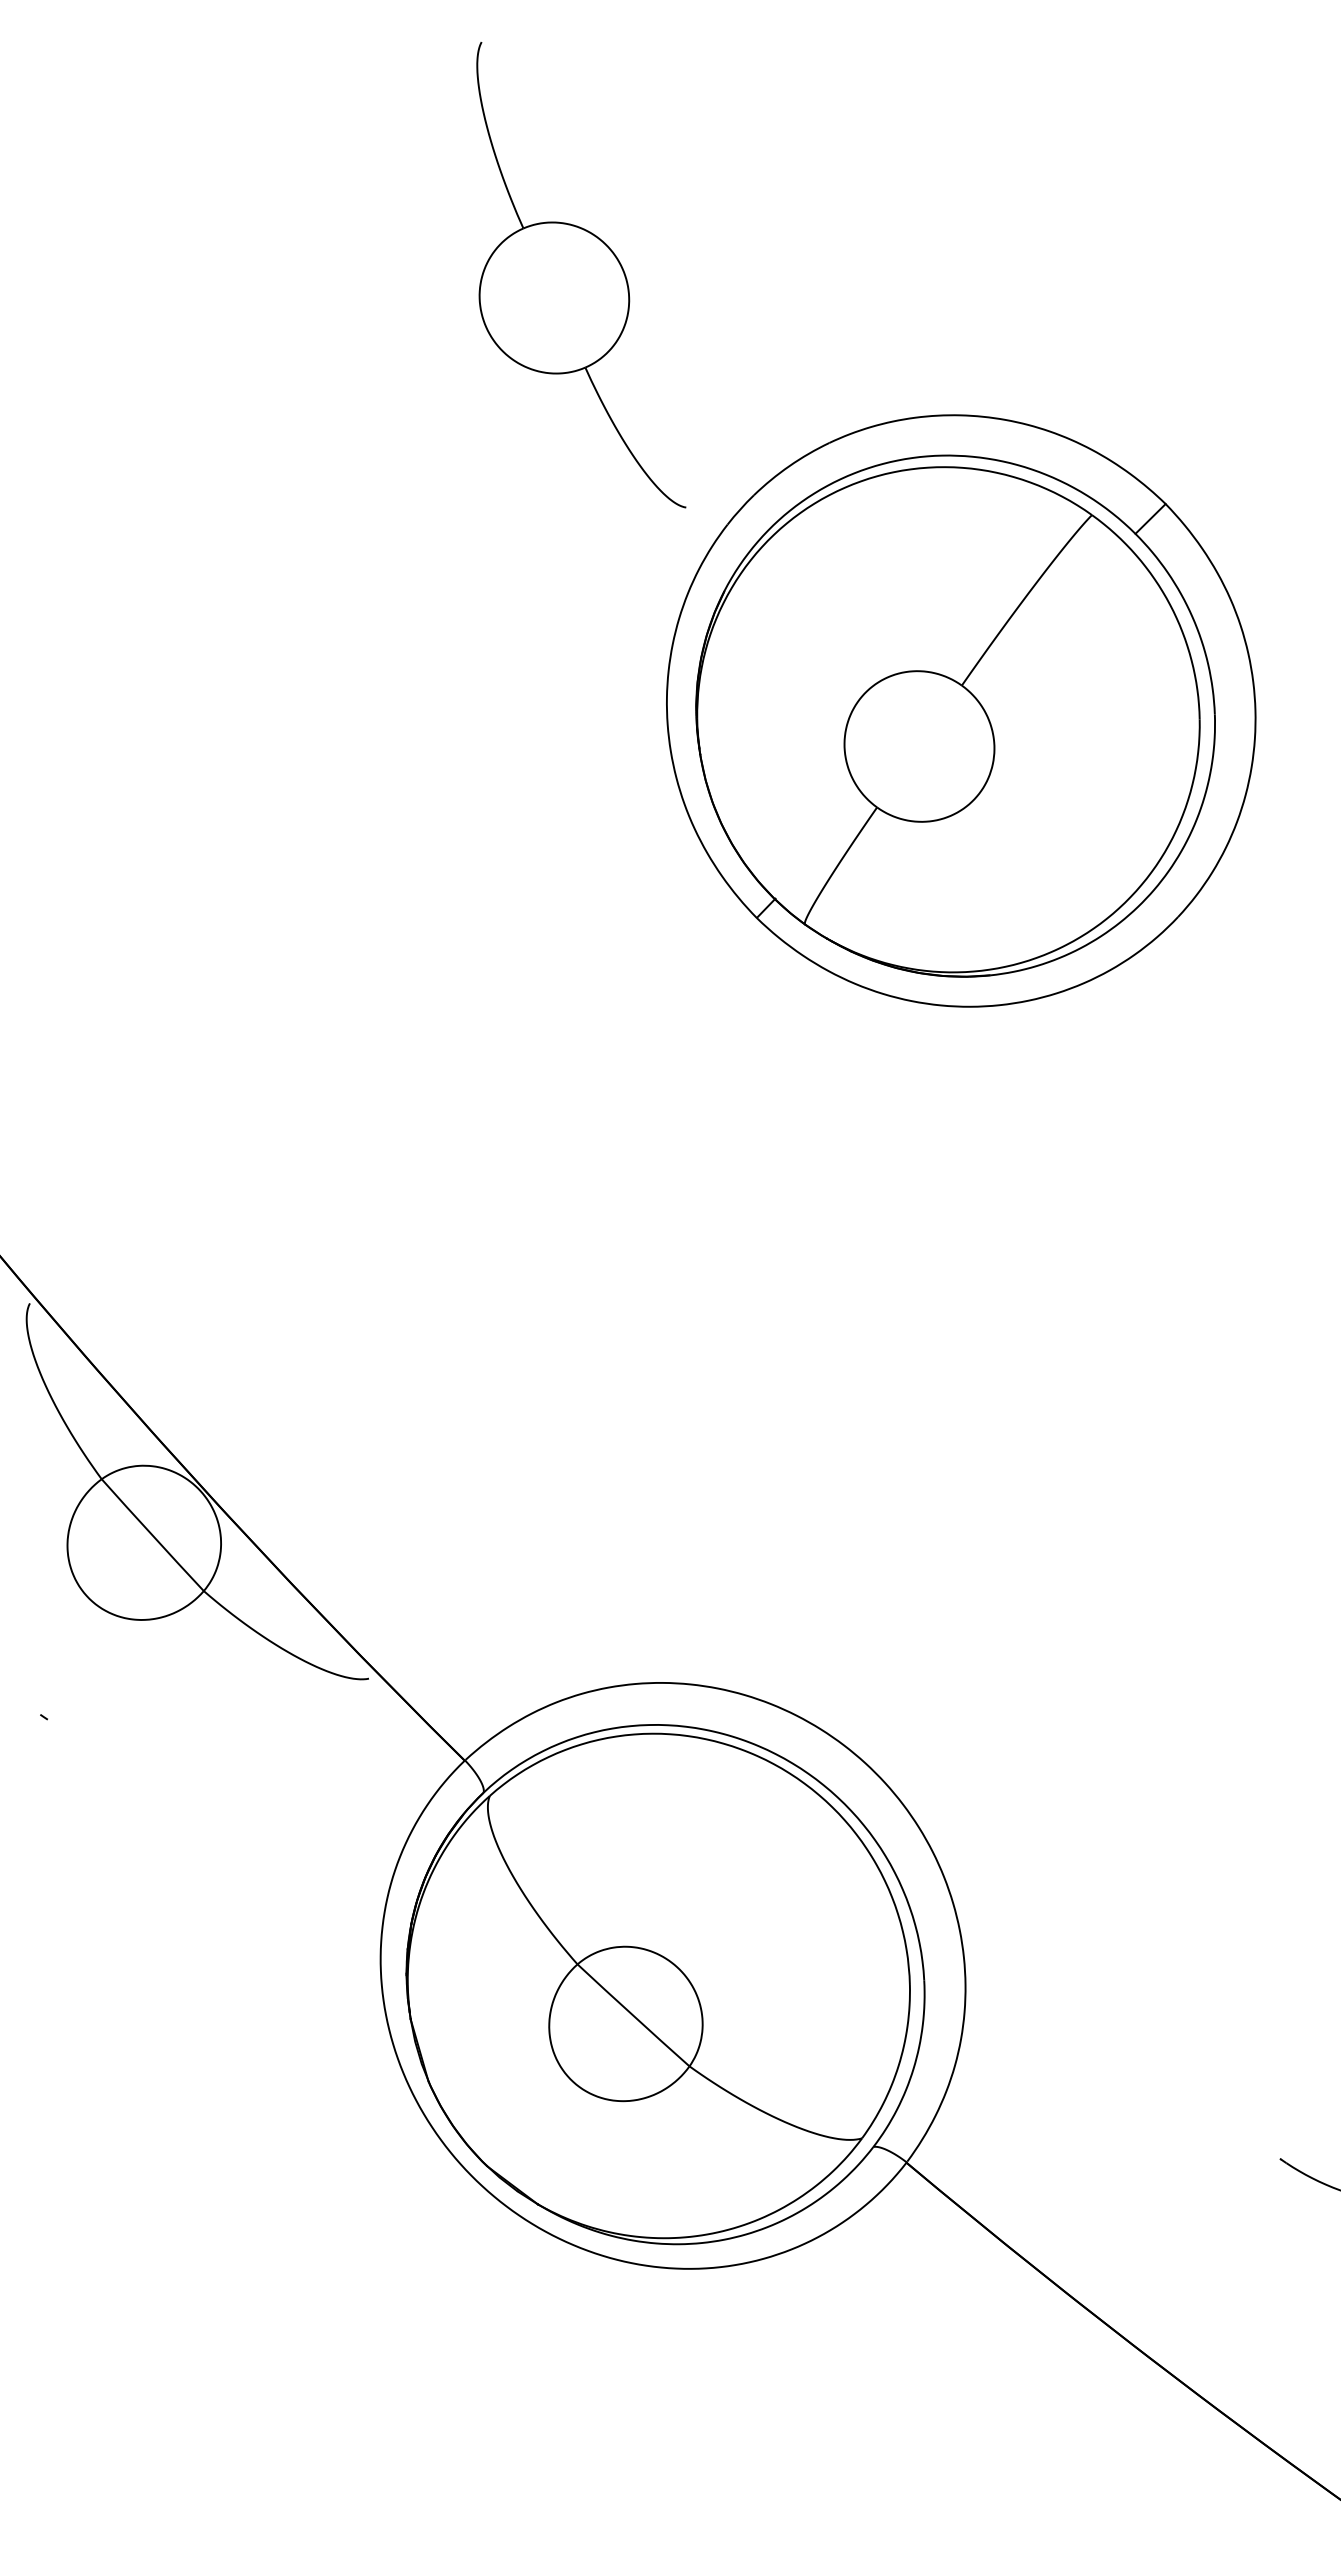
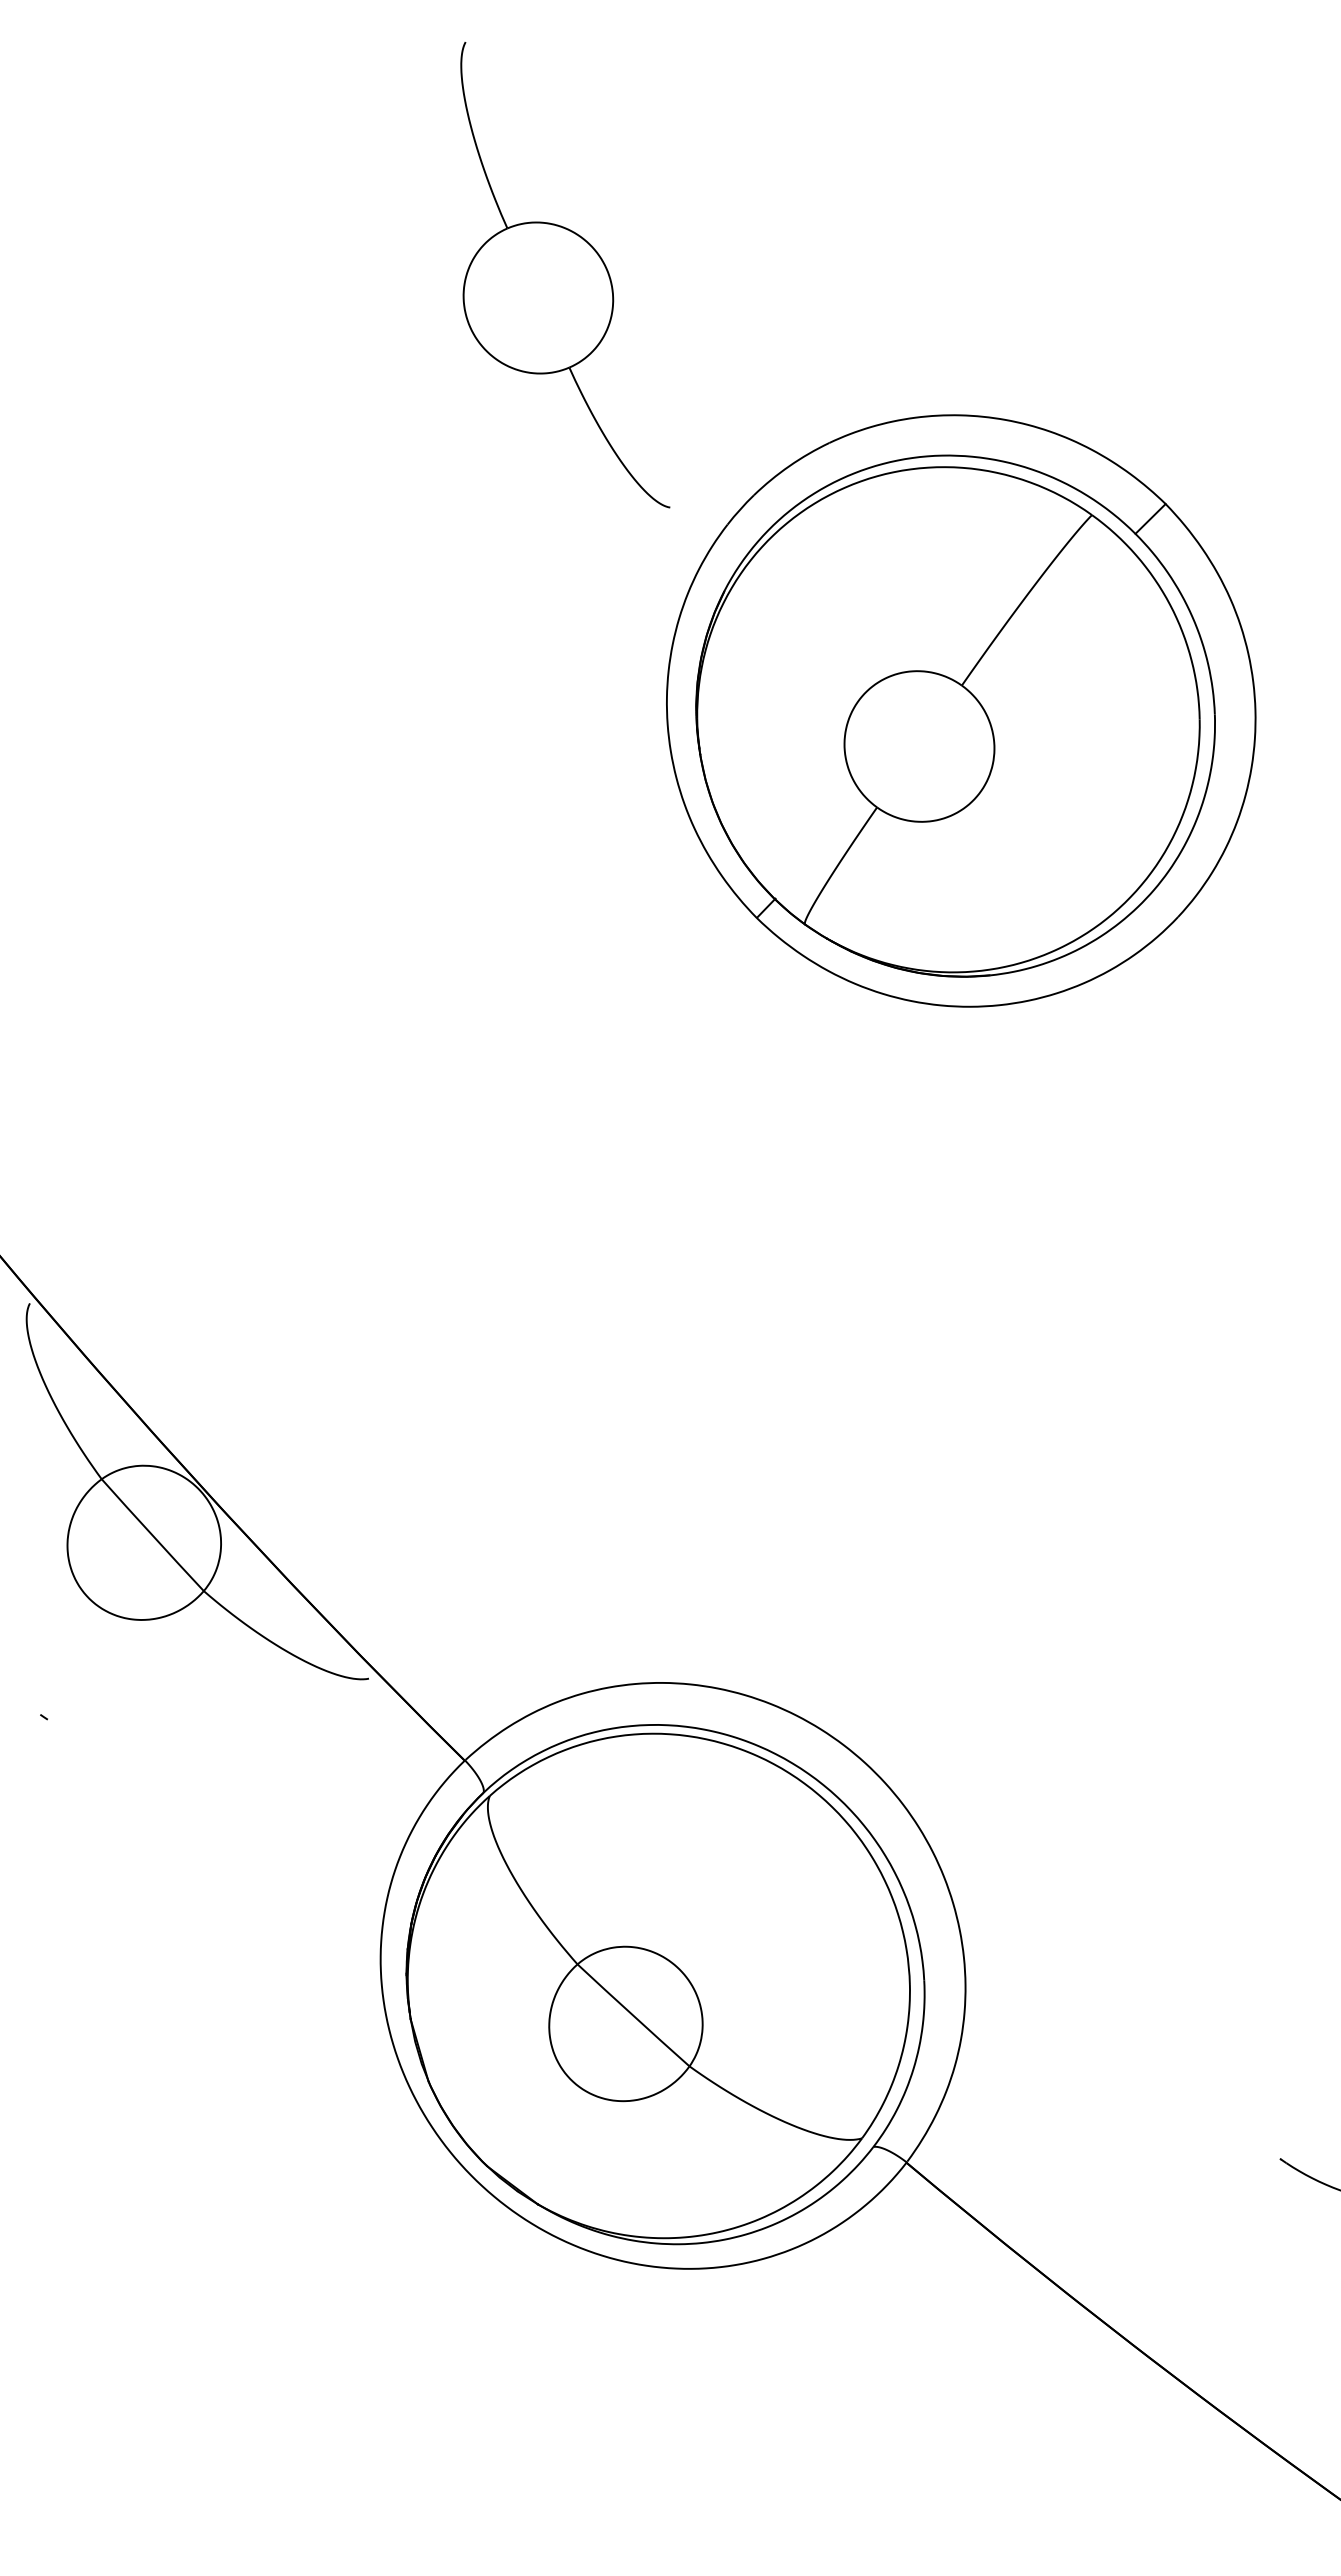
part at (581, 275) position: (581, 275) -> (565, 275)
